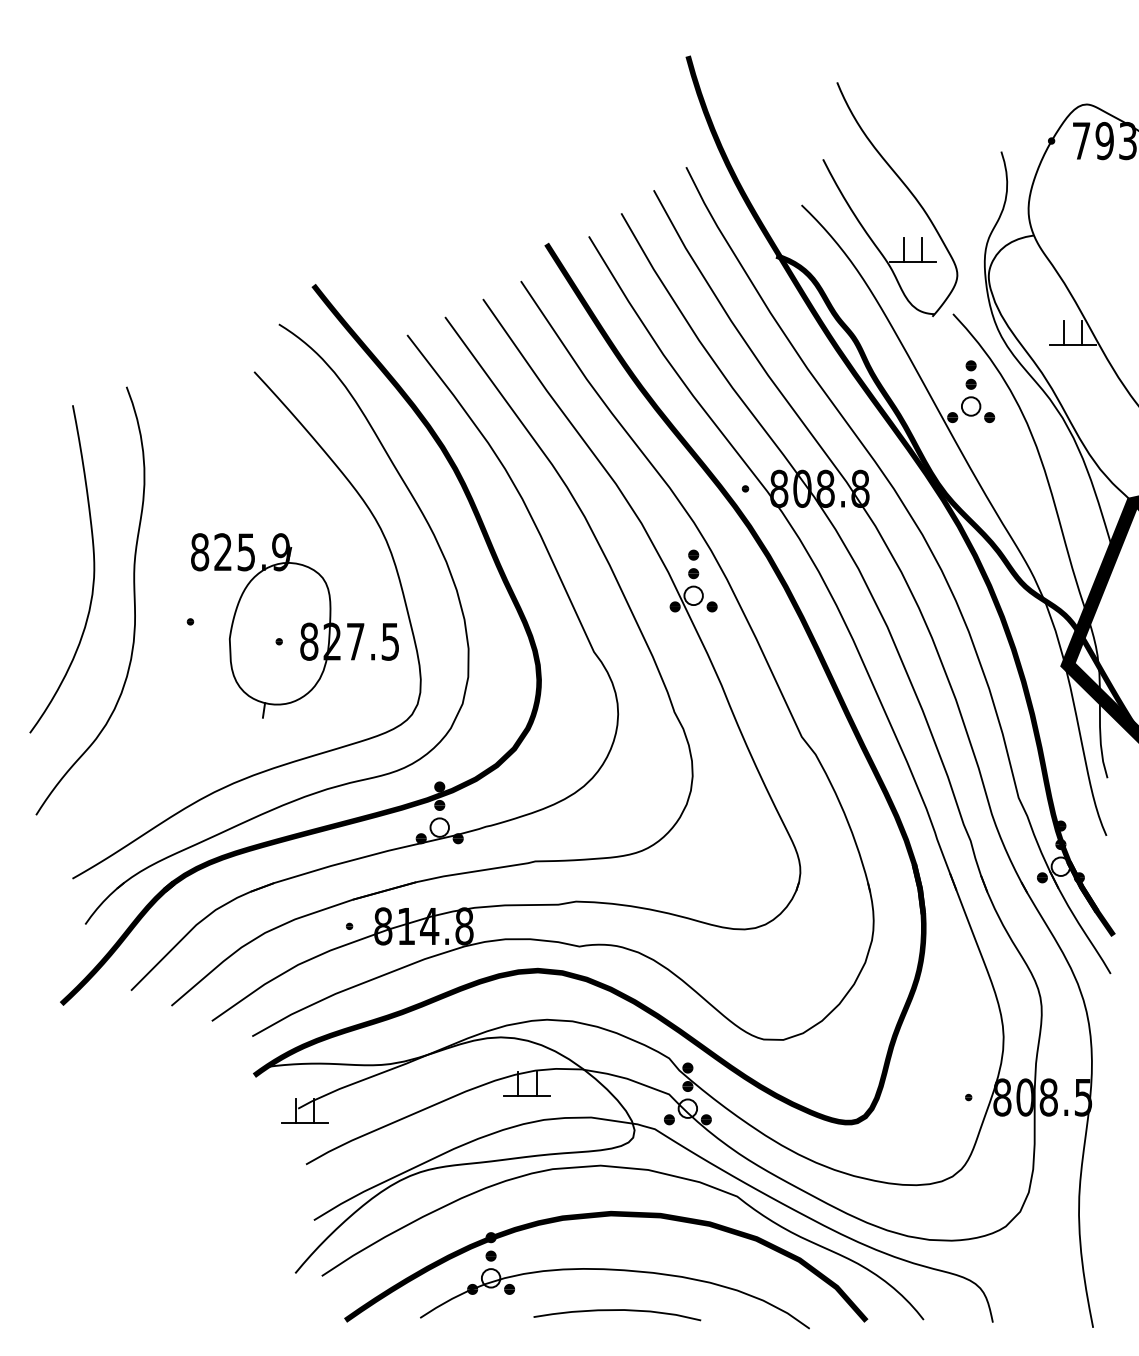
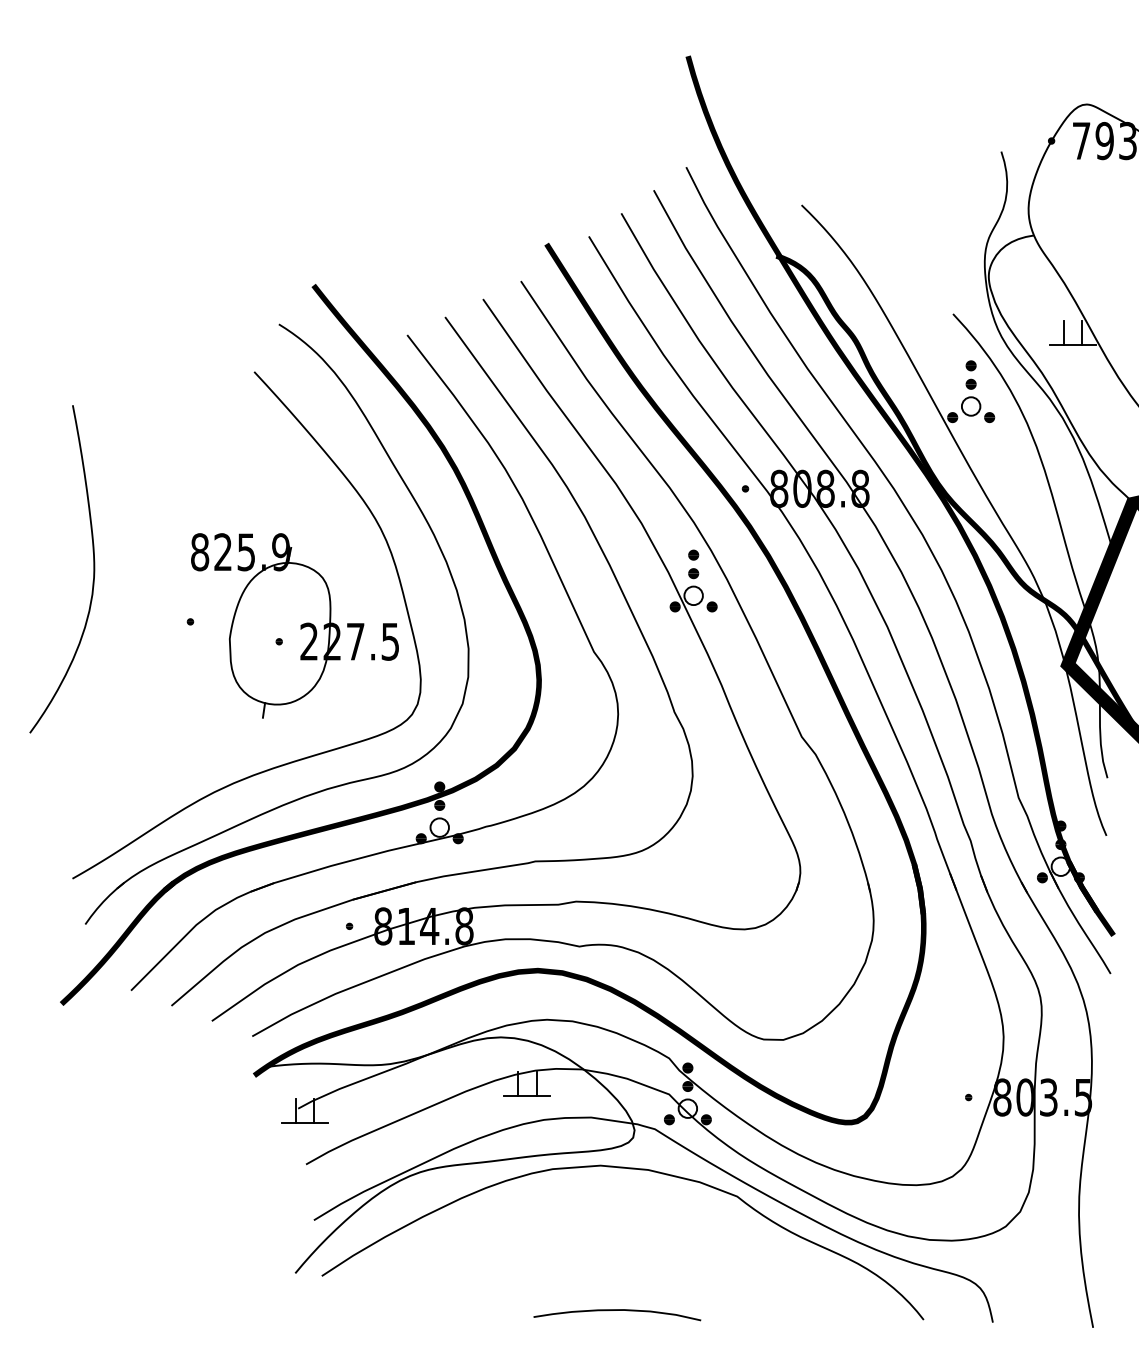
part at (905, 187): present -> none
curve at (133, 600): present -> none
text at (309, 641): 827.5 -> 227.5
text at (1048, 1097): 808.5 -> 803.5
part at (606, 1269): present -> none
